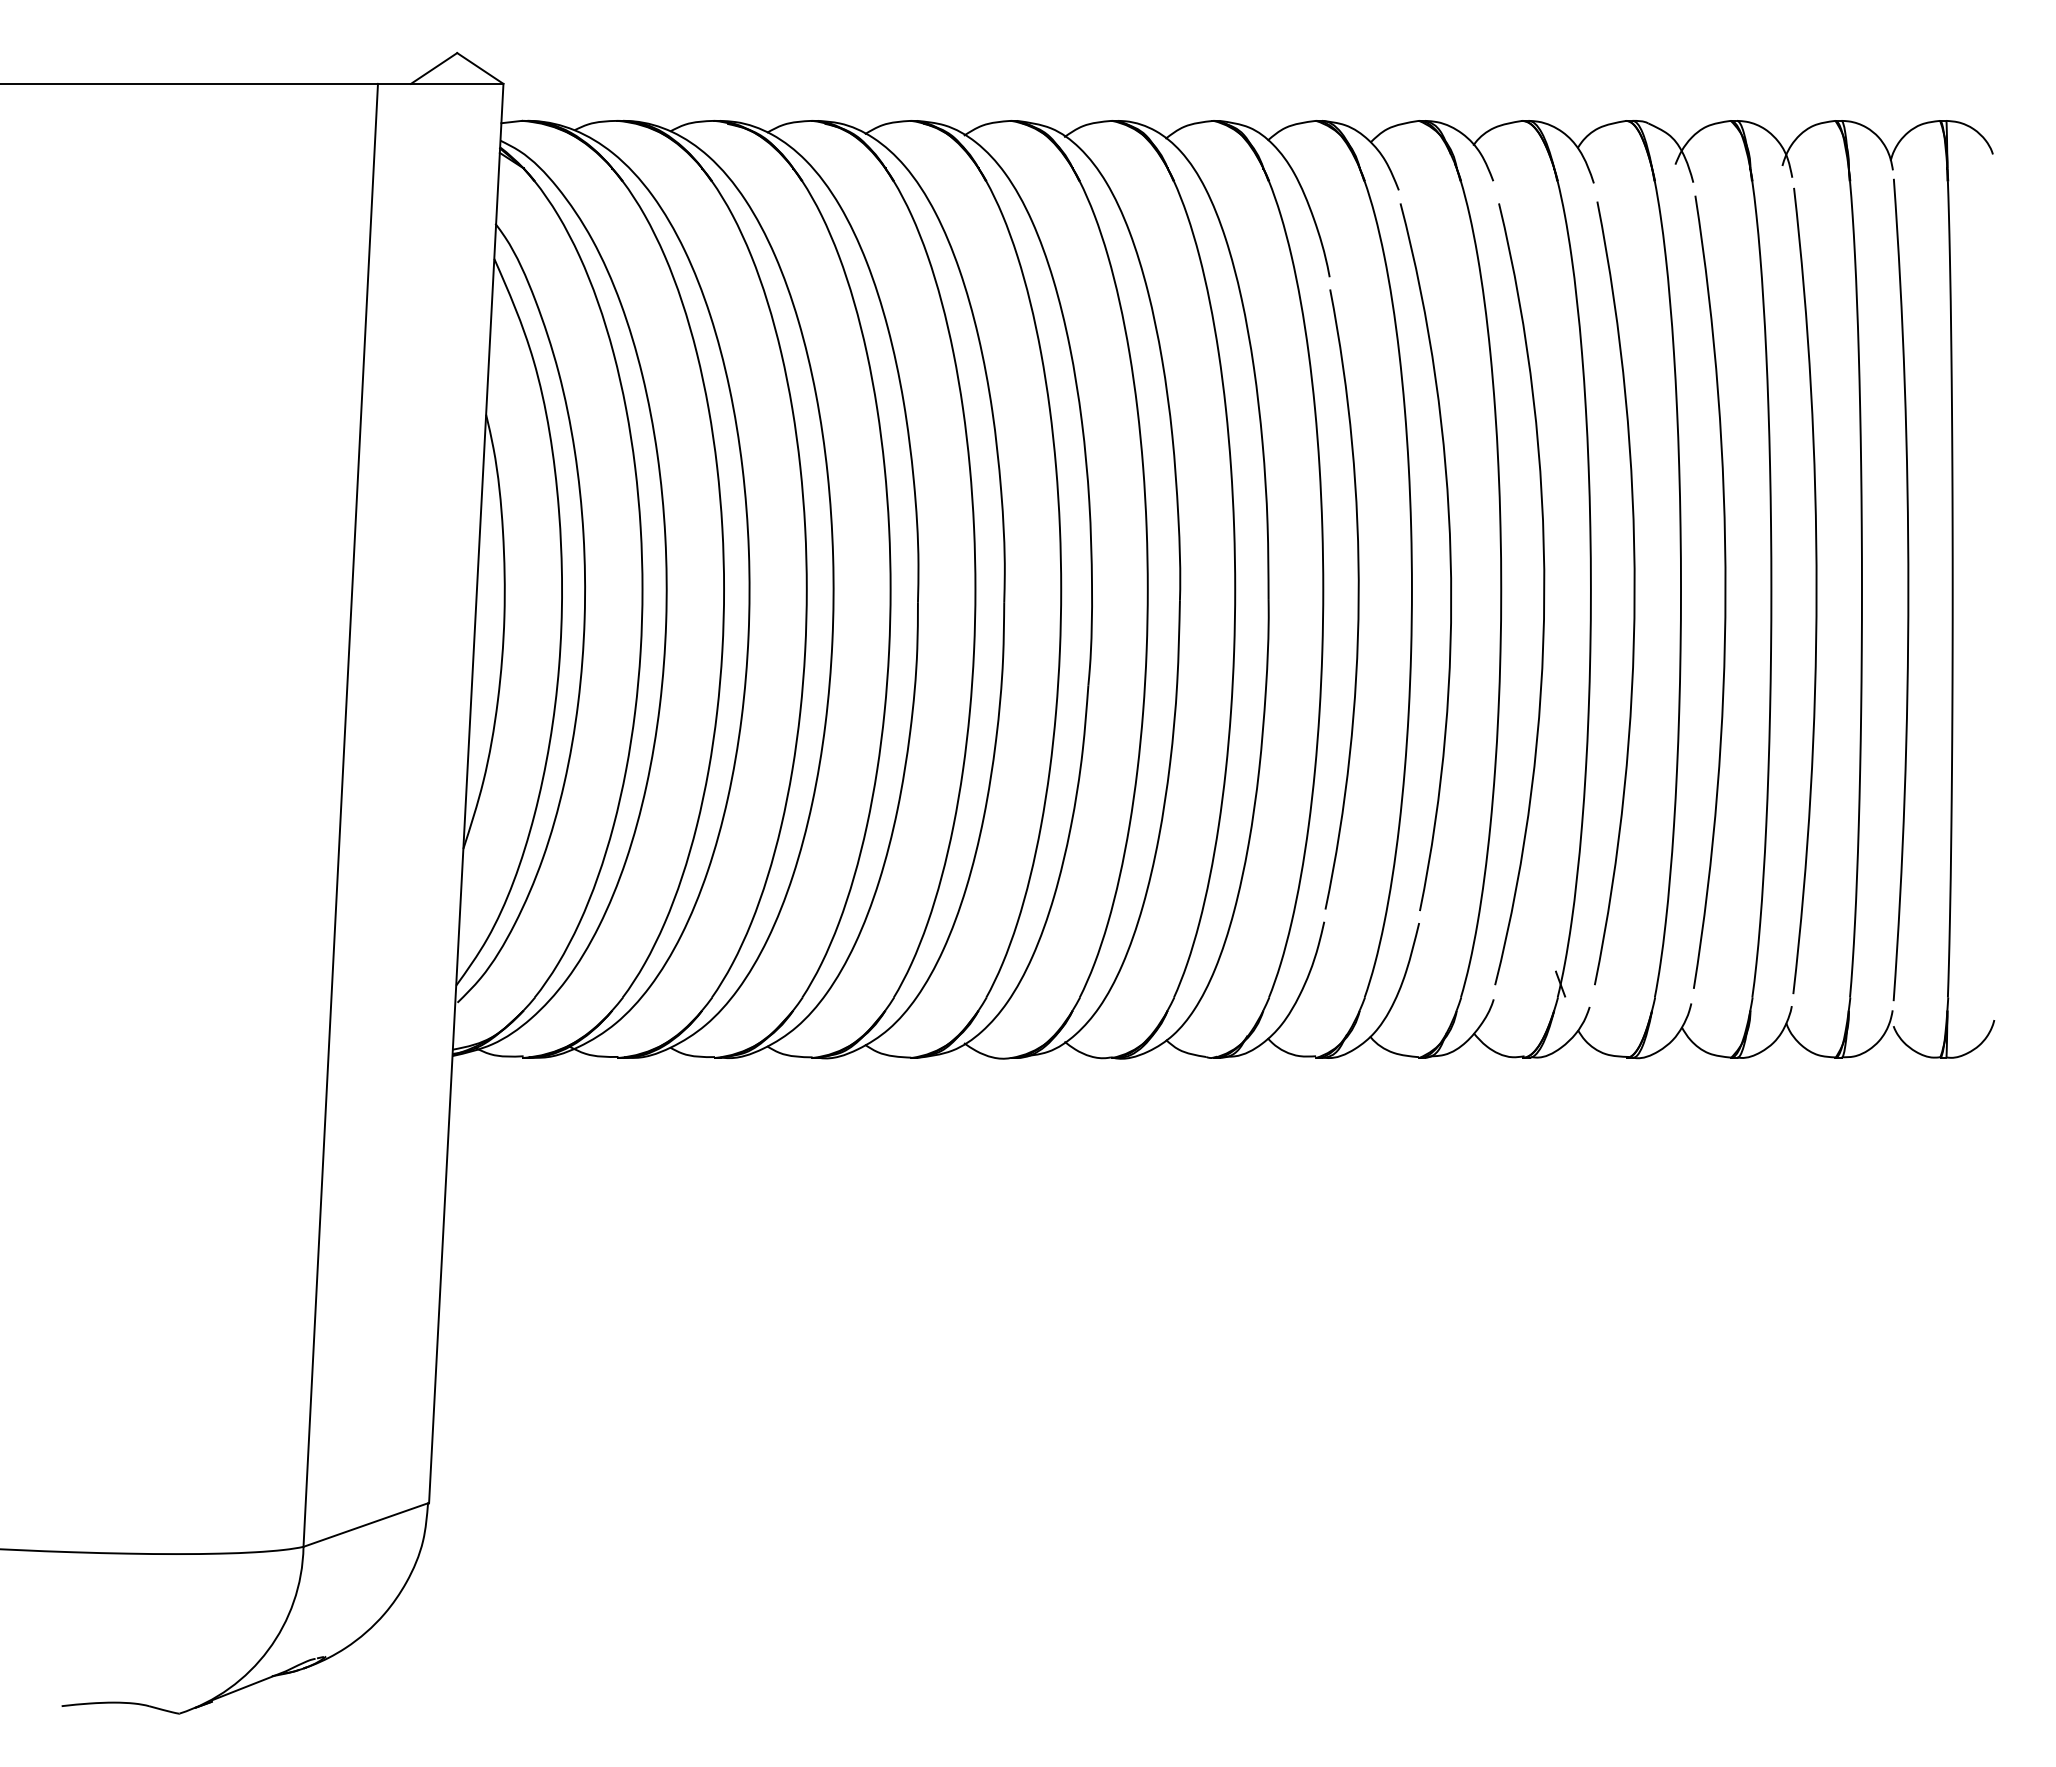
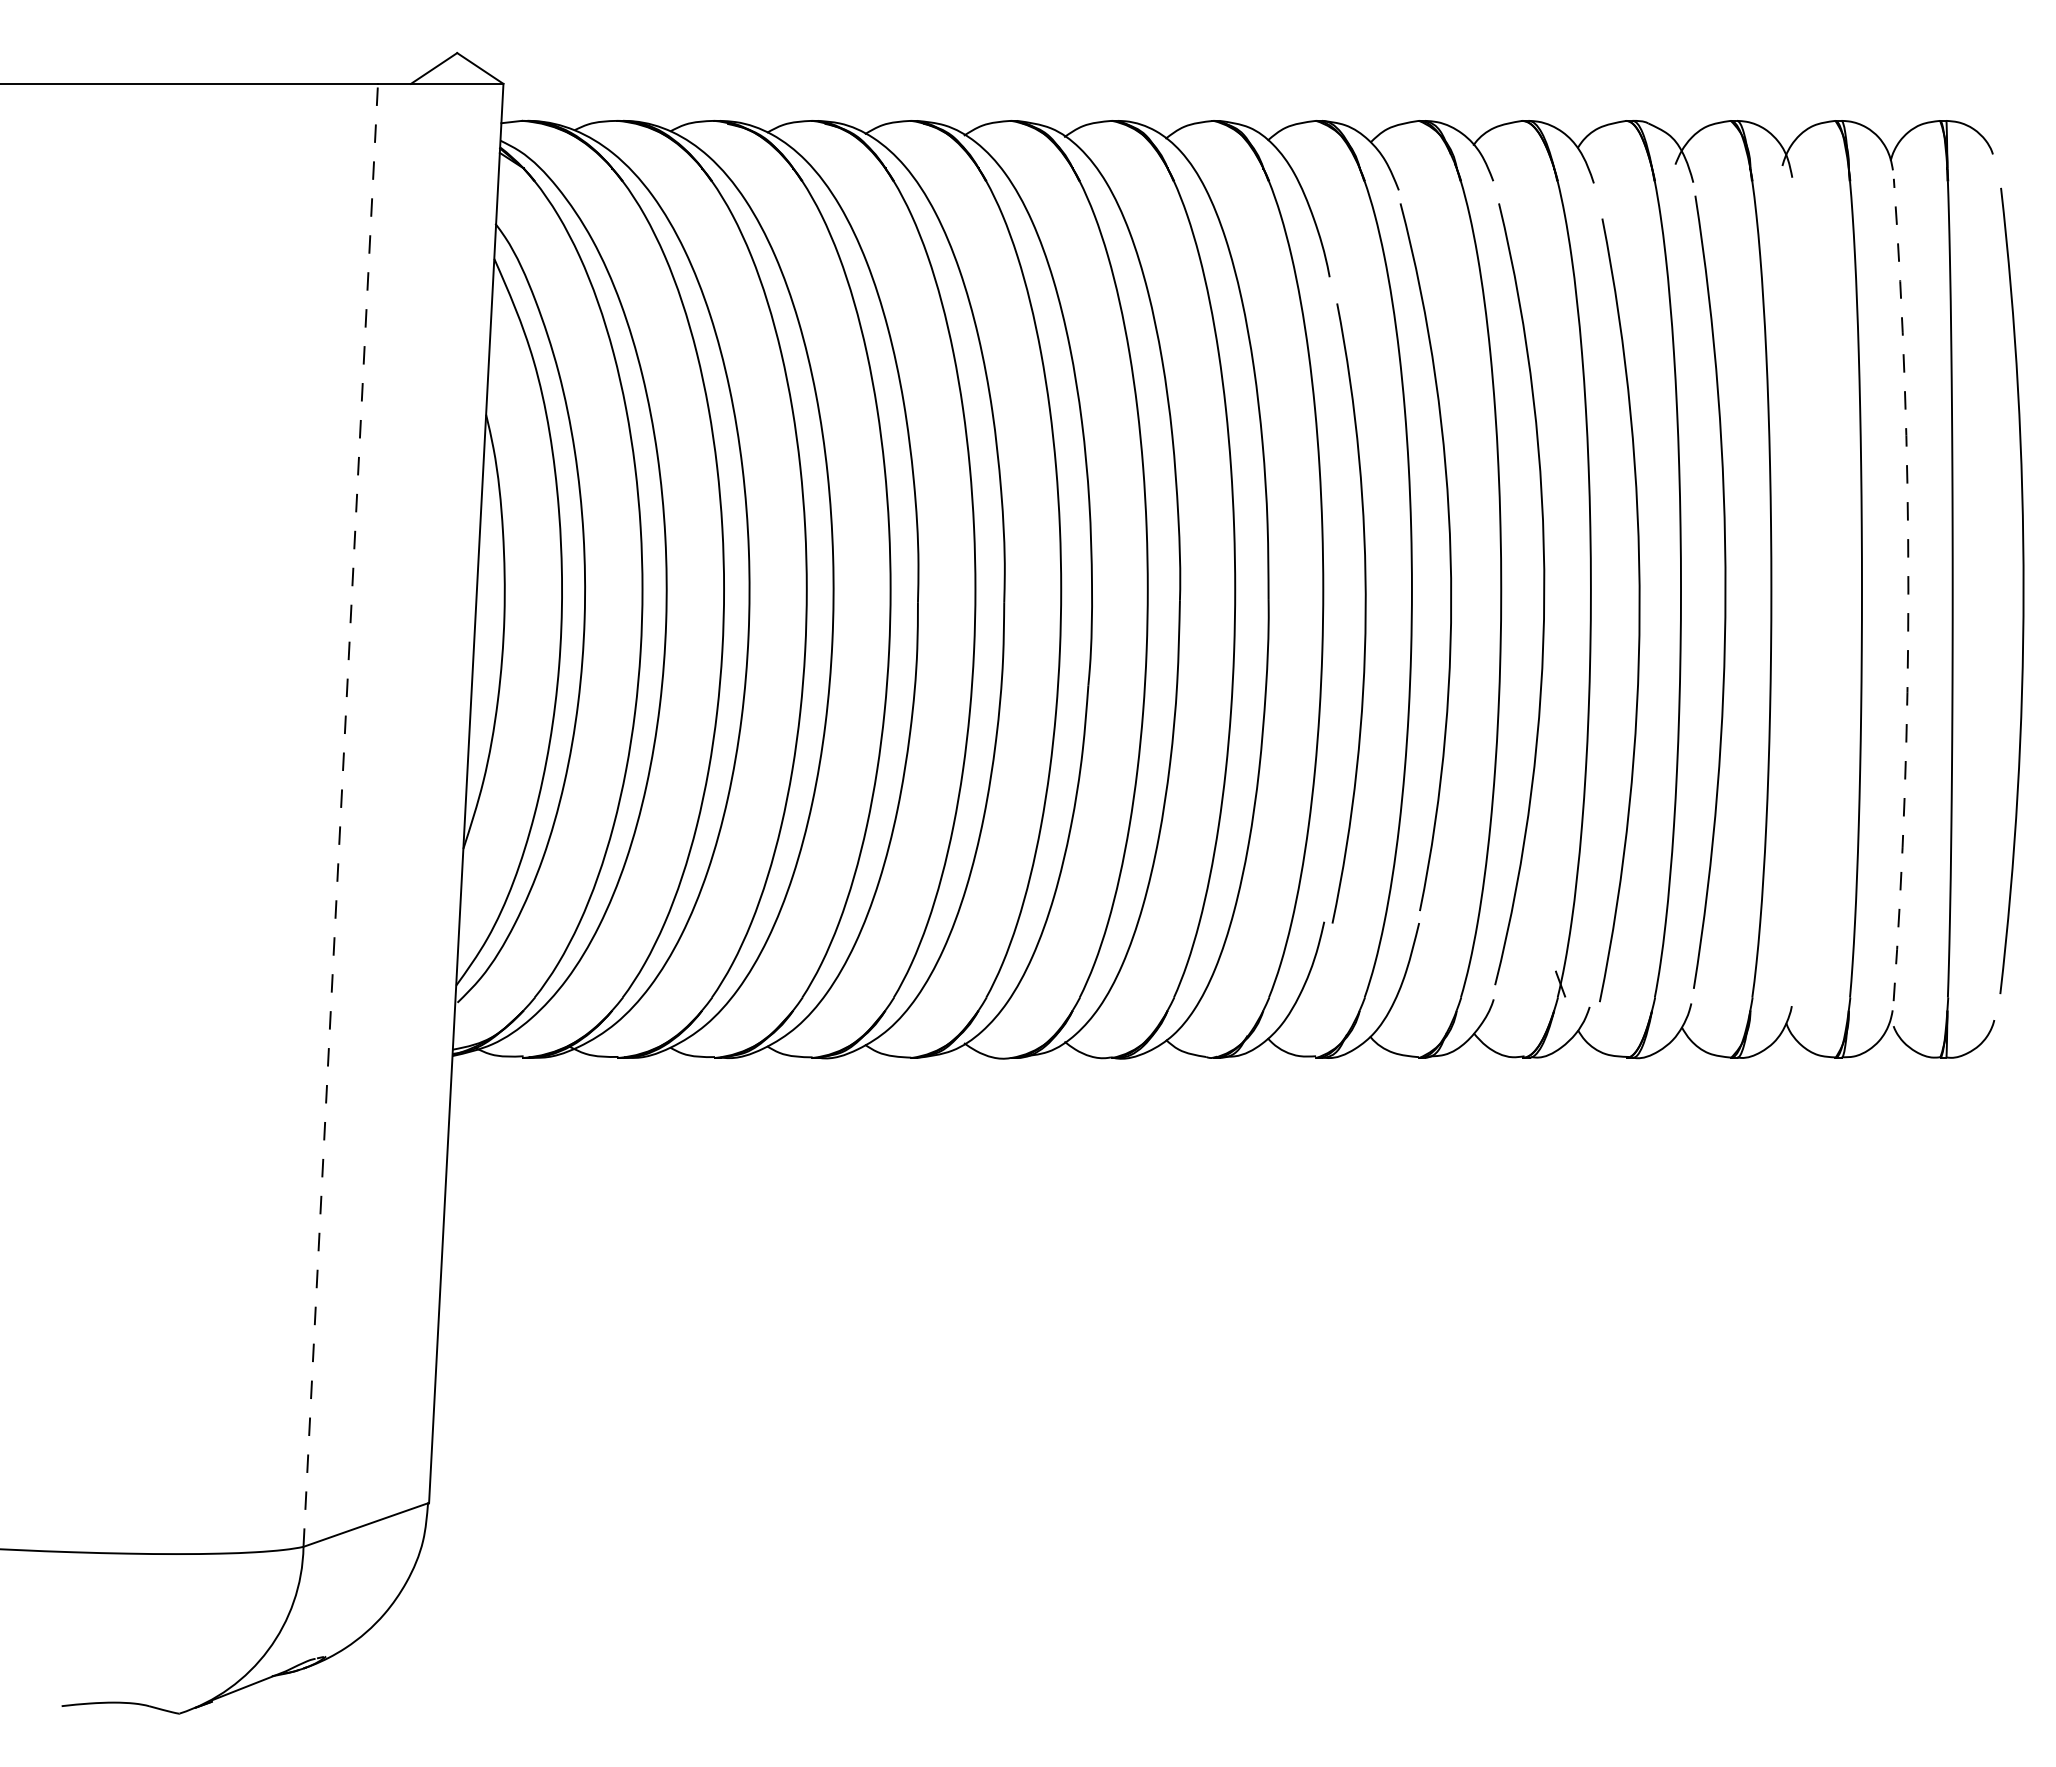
arc at (1815, 590) position: (1815, 590) -> (2022, 590)
arc at (1908, 590): solid -> dashed
arc at (1633, 593) position: (1633, 593) -> (1638, 610)
arc at (1357, 599) position: (1357, 599) -> (1364, 613)
line at (340, 814): solid -> dashed
